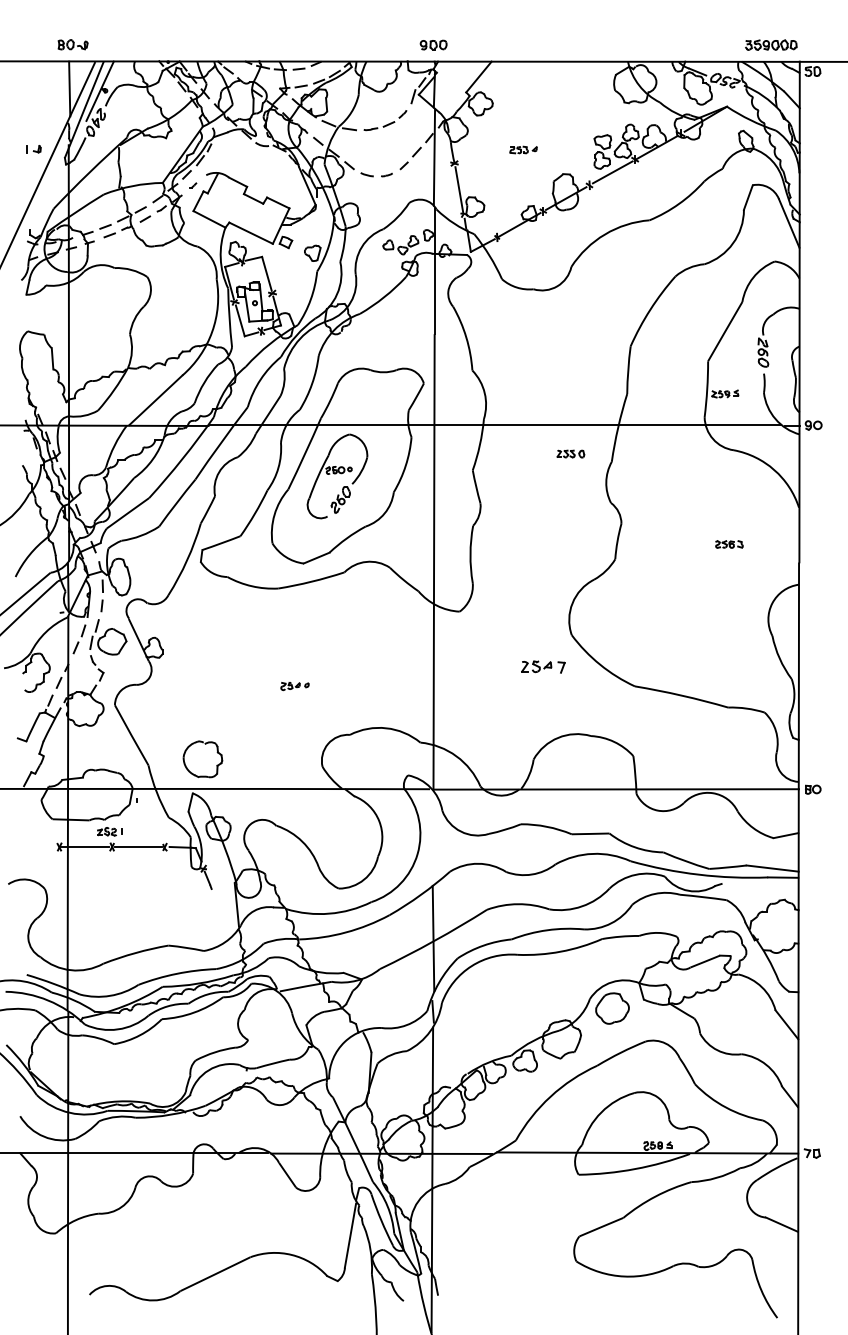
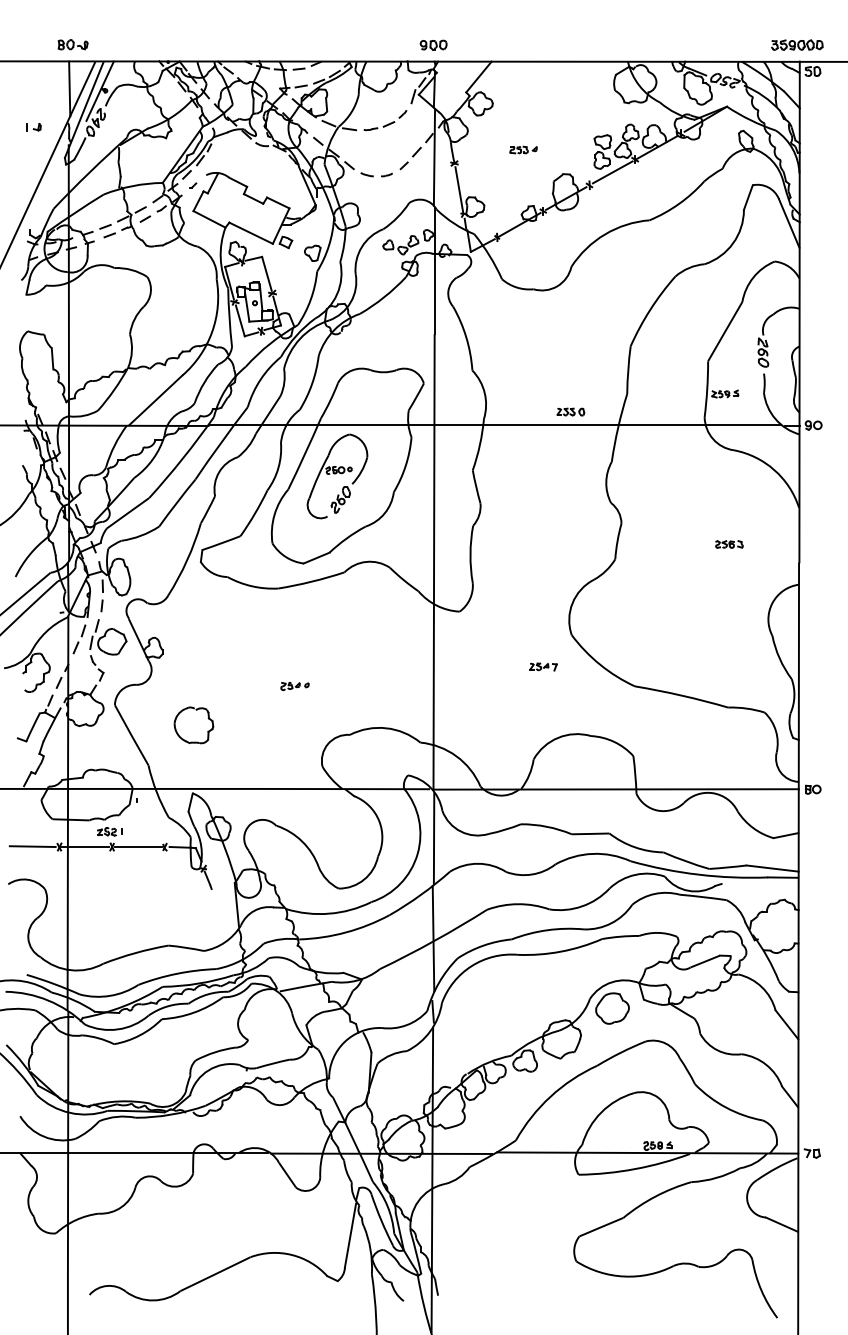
part at (771, 44) position: (771, 44) -> (797, 44)
part at (33, 149) position: (33, 149) -> (33, 127)
part at (570, 453) position: (570, 453) -> (570, 411)
part at (543, 666) size: 45x14 px -> 29x10 px
part at (202, 759) position: (202, 759) -> (193, 725)
line at (433, 838): none -> present
line at (32, 846): none -> present
